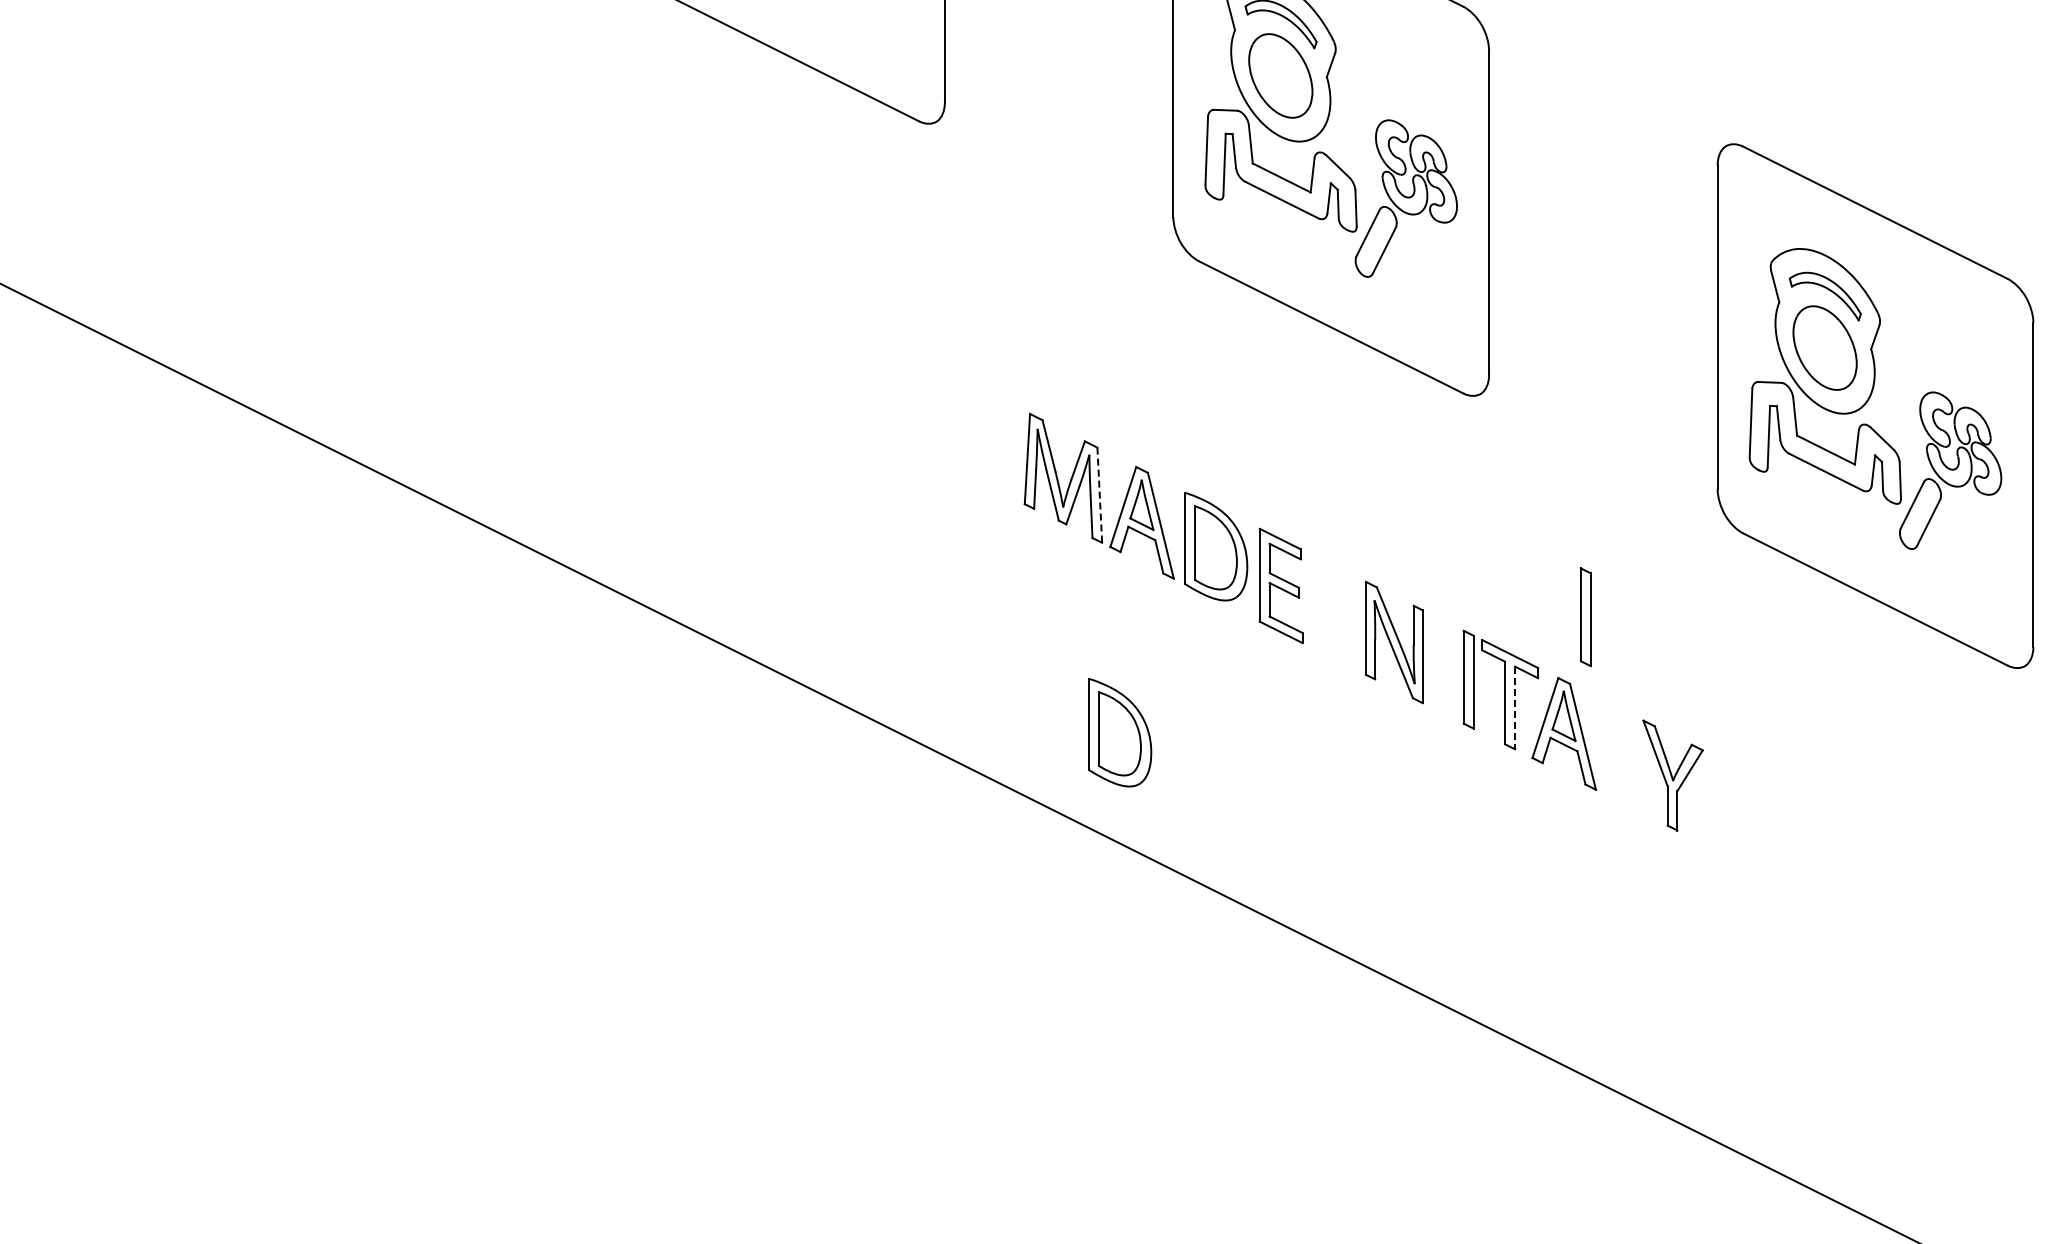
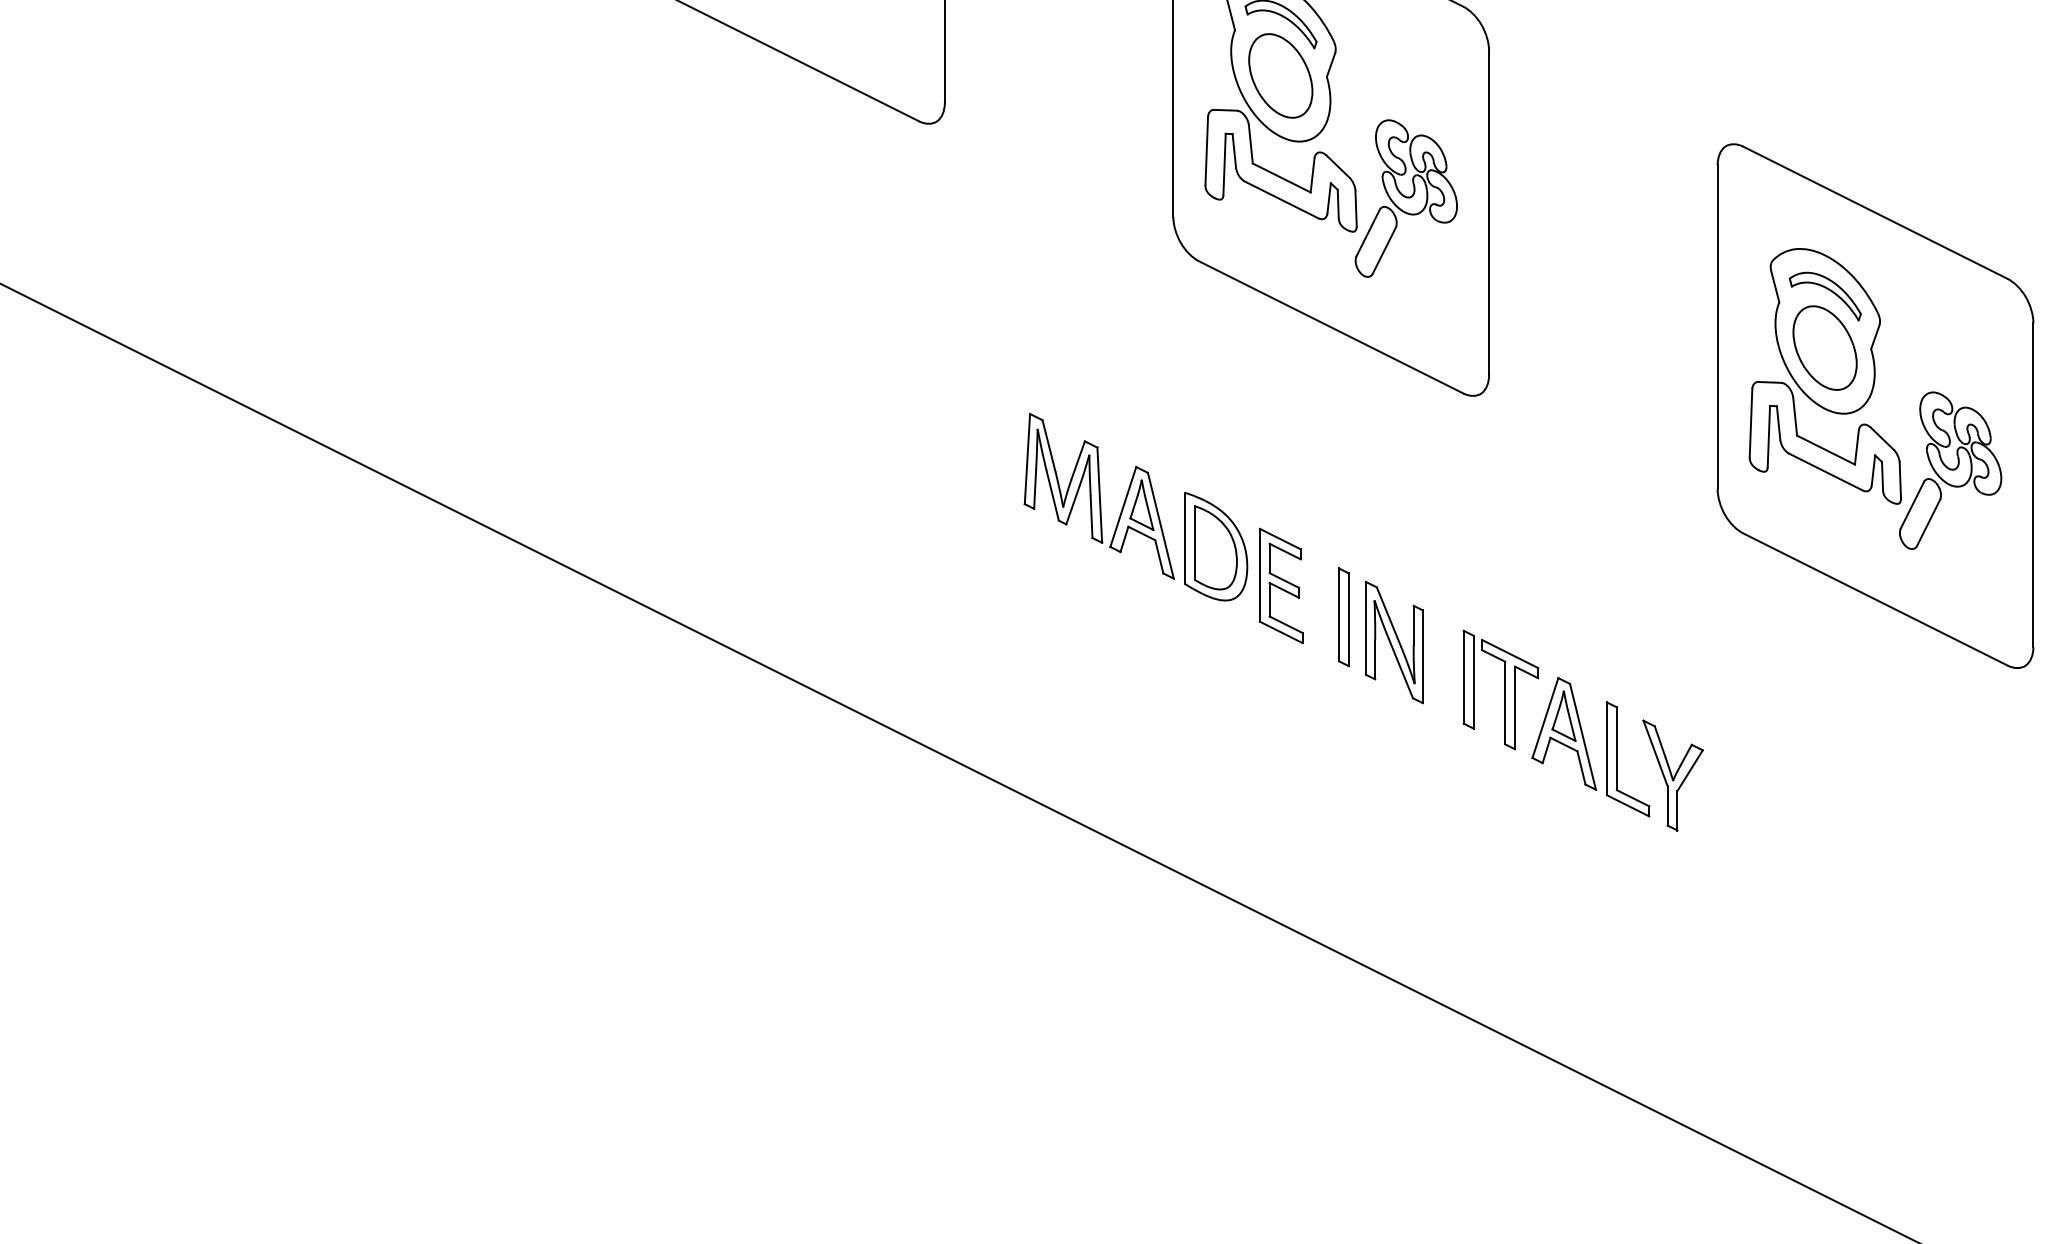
line at (1099, 495): dashed -> solid
part at (1585, 617) position: (1585, 617) -> (1343, 617)
line at (1515, 708): dashed -> solid
part at (1120, 732): present -> none
part at (1617, 759): none -> present
